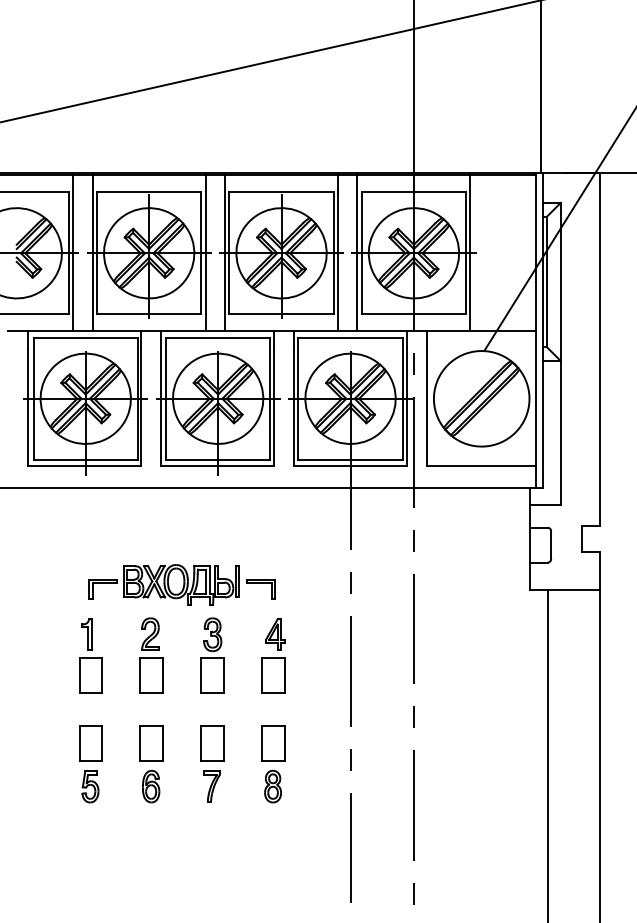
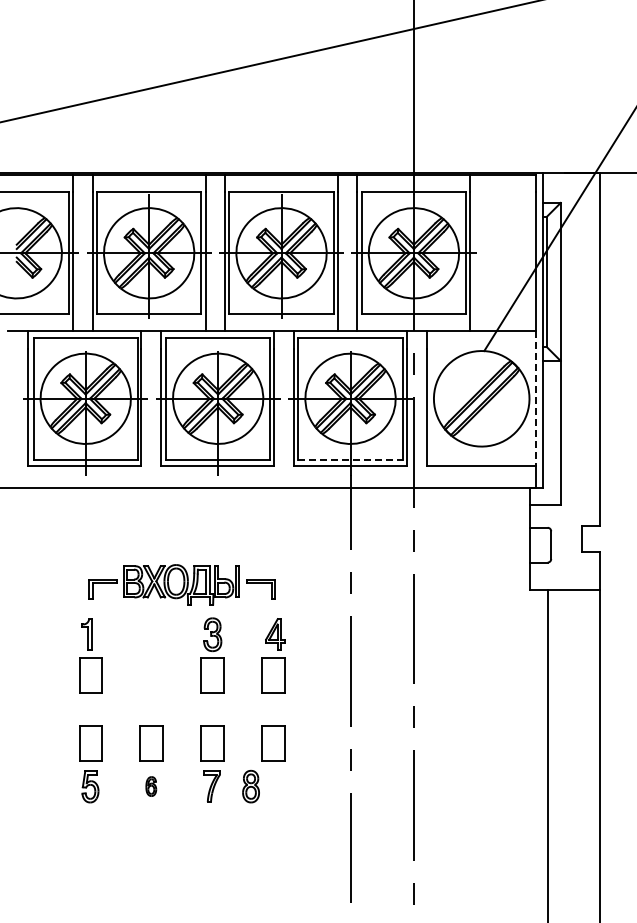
line at (540, 87): present -> none
line at (536, 399): solid -> dashed
line at (351, 459): solid -> dashed
part at (151, 655): present -> none
part at (151, 786) size: 19x35 px -> 13x21 px
part at (272, 786) position: (272, 786) -> (250, 786)
